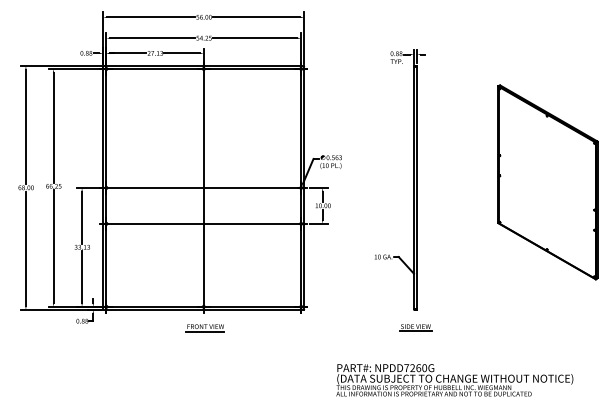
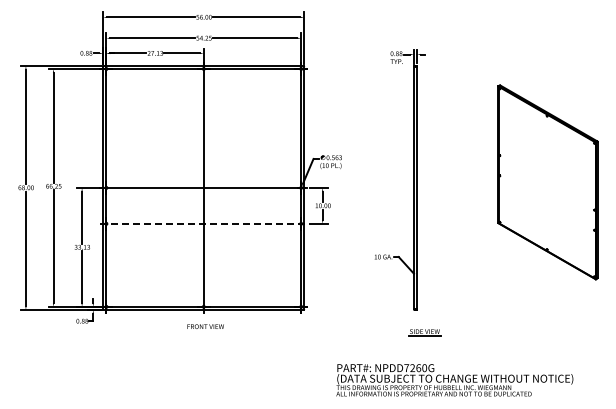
line at (204, 223): solid -> dashed
part at (415, 327) position: (415, 327) -> (424, 332)
line at (205, 331): present -> none
